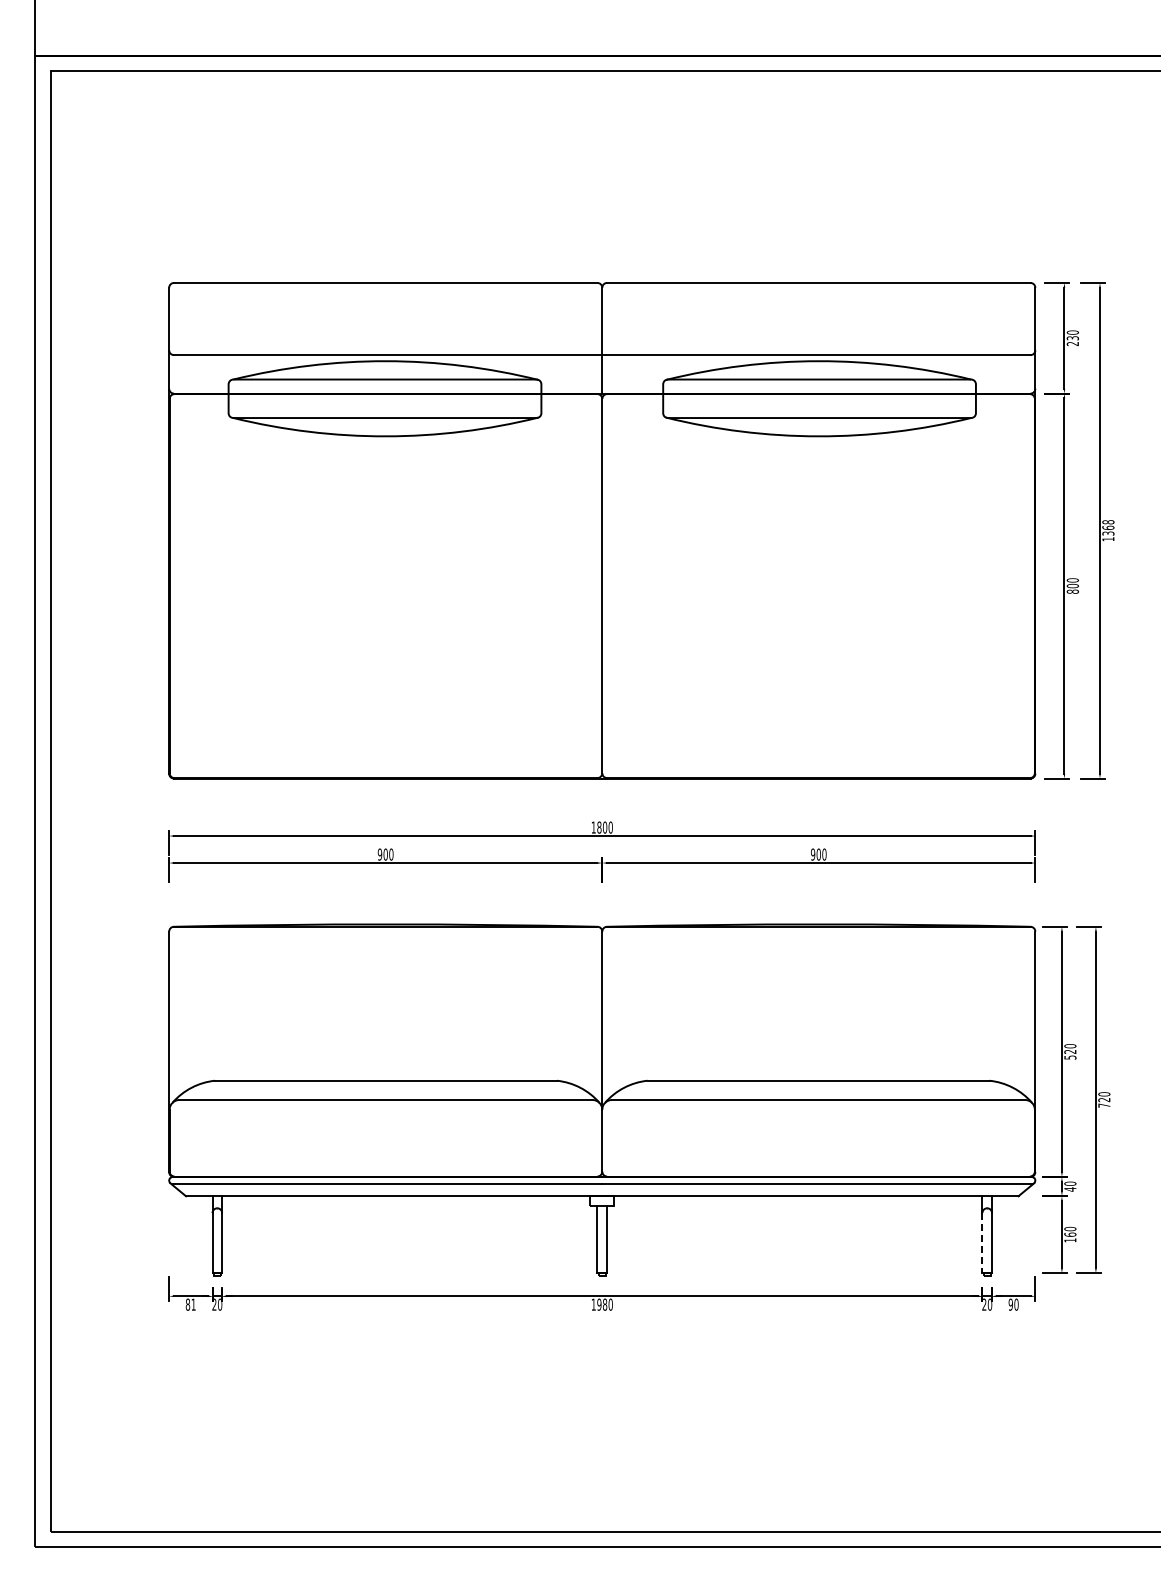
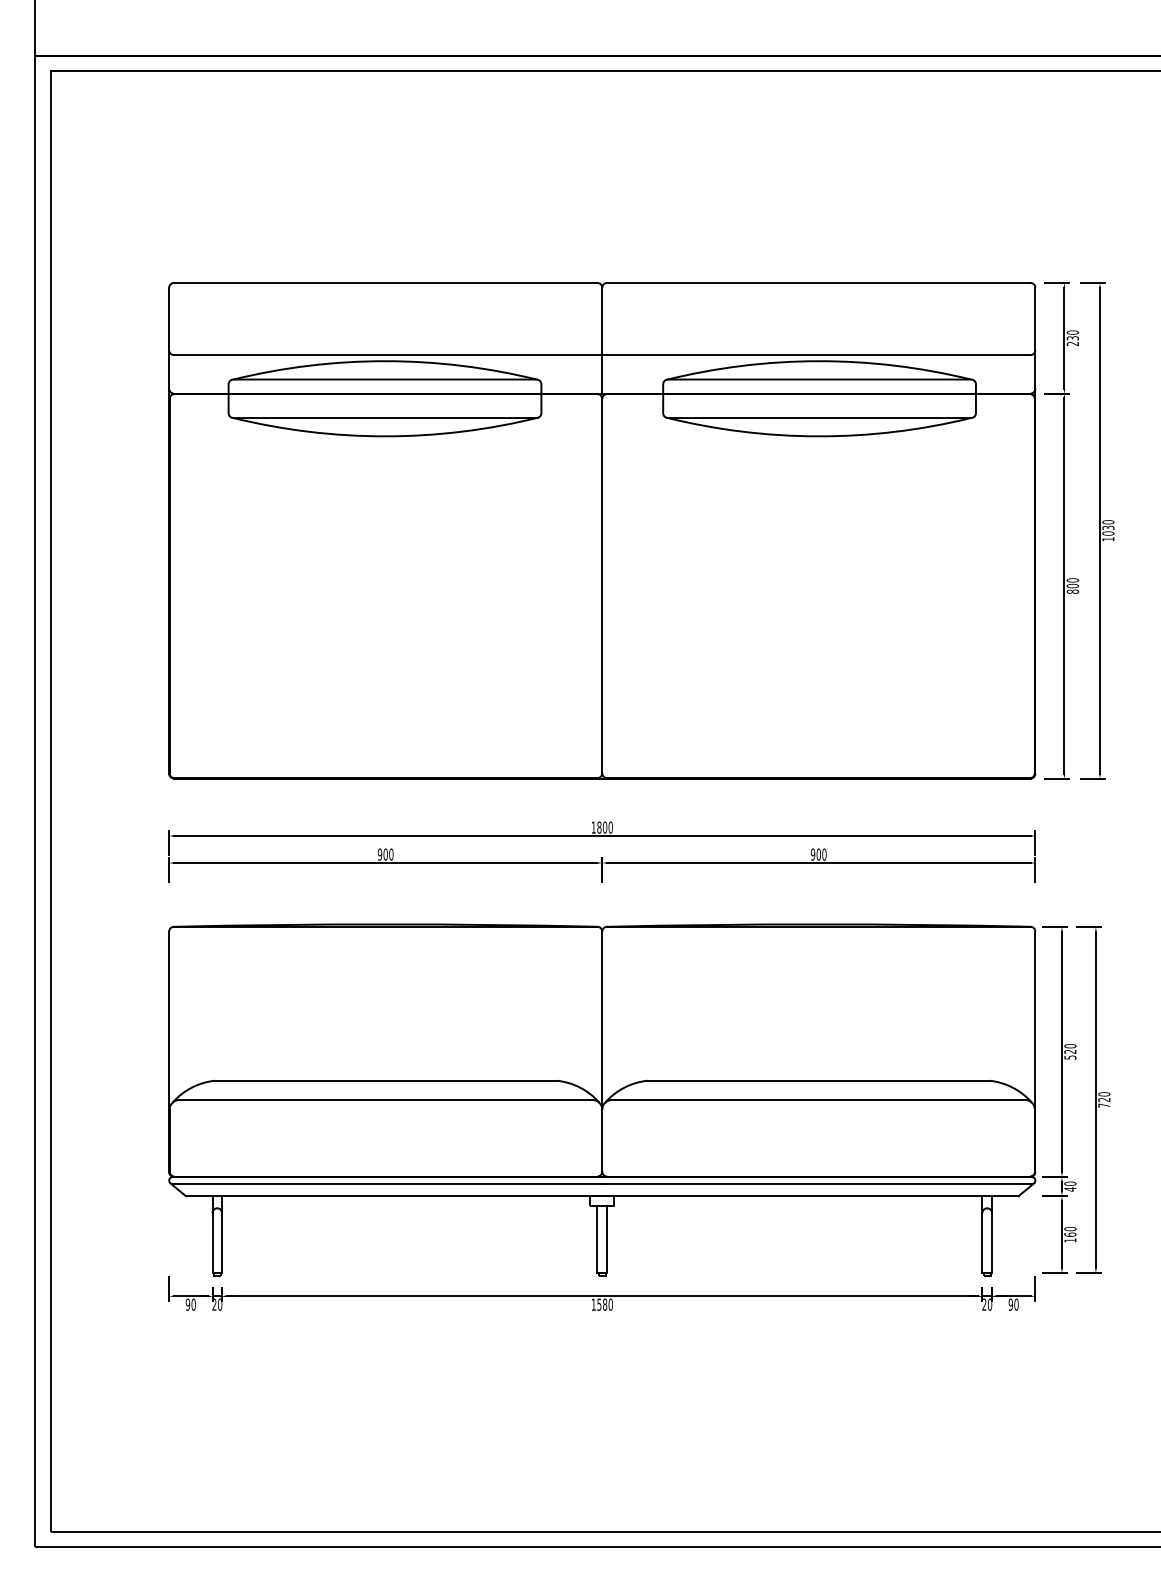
text at (1108, 527): 1368 -> 1030
line at (982, 1243): dashed -> solid
text at (190, 1304): 81 -> 90
text at (599, 1304): 1980 -> 1580
